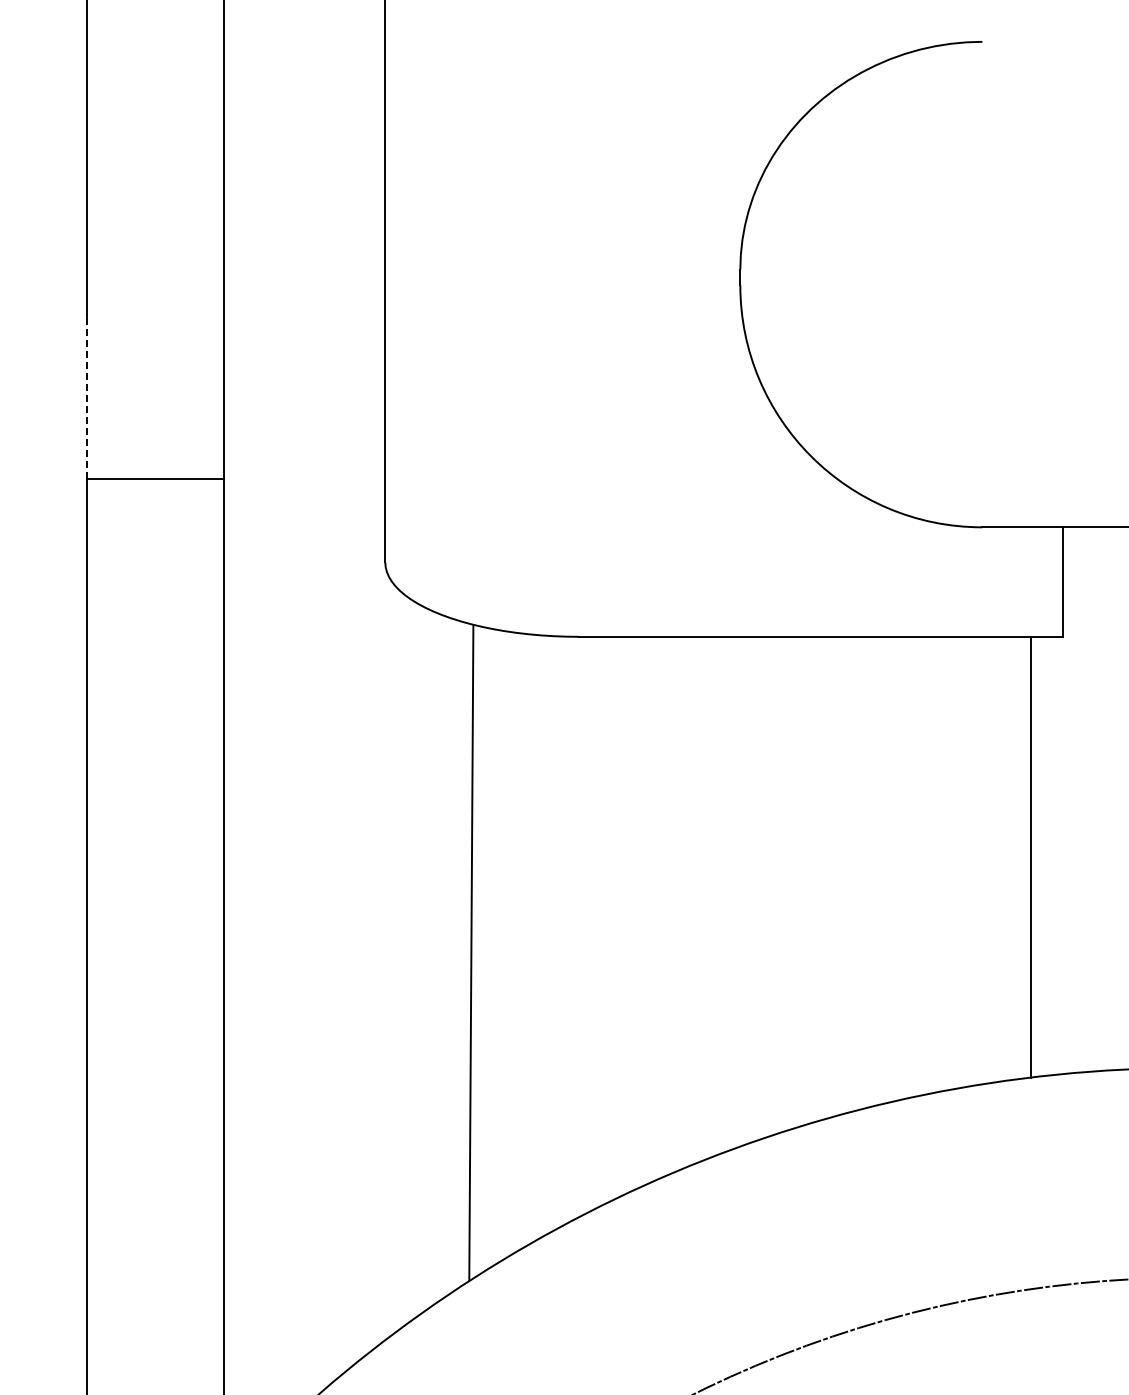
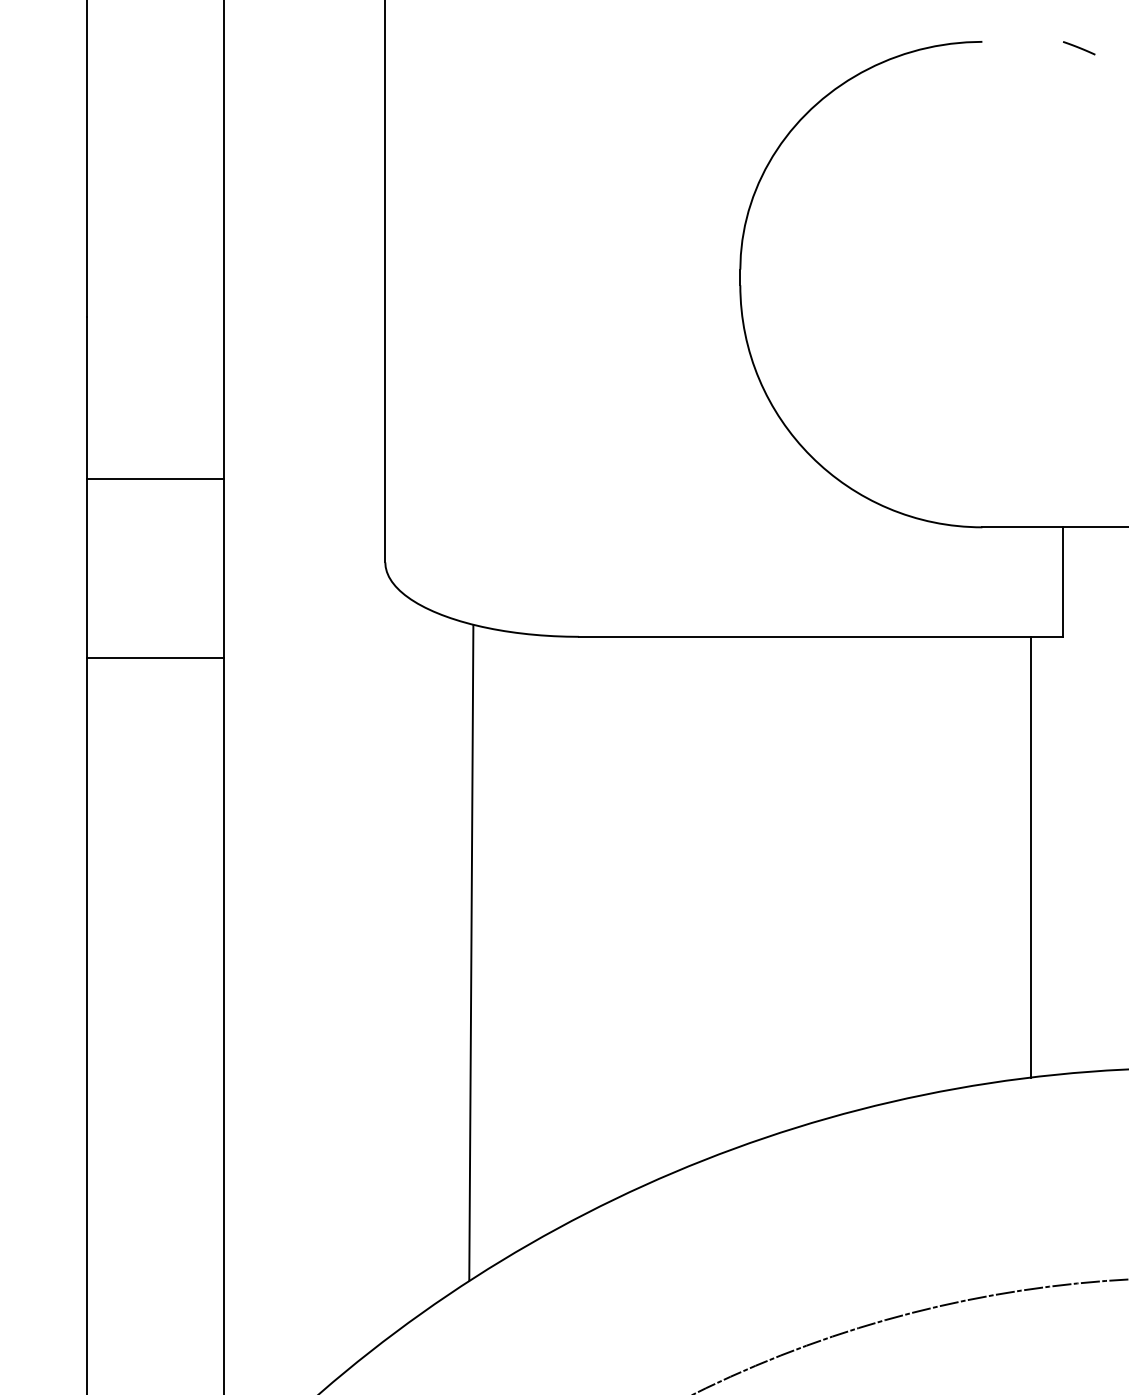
line at (1079, 48): none -> present
line at (86, 398): dashed -> solid
line at (154, 658): none -> present
